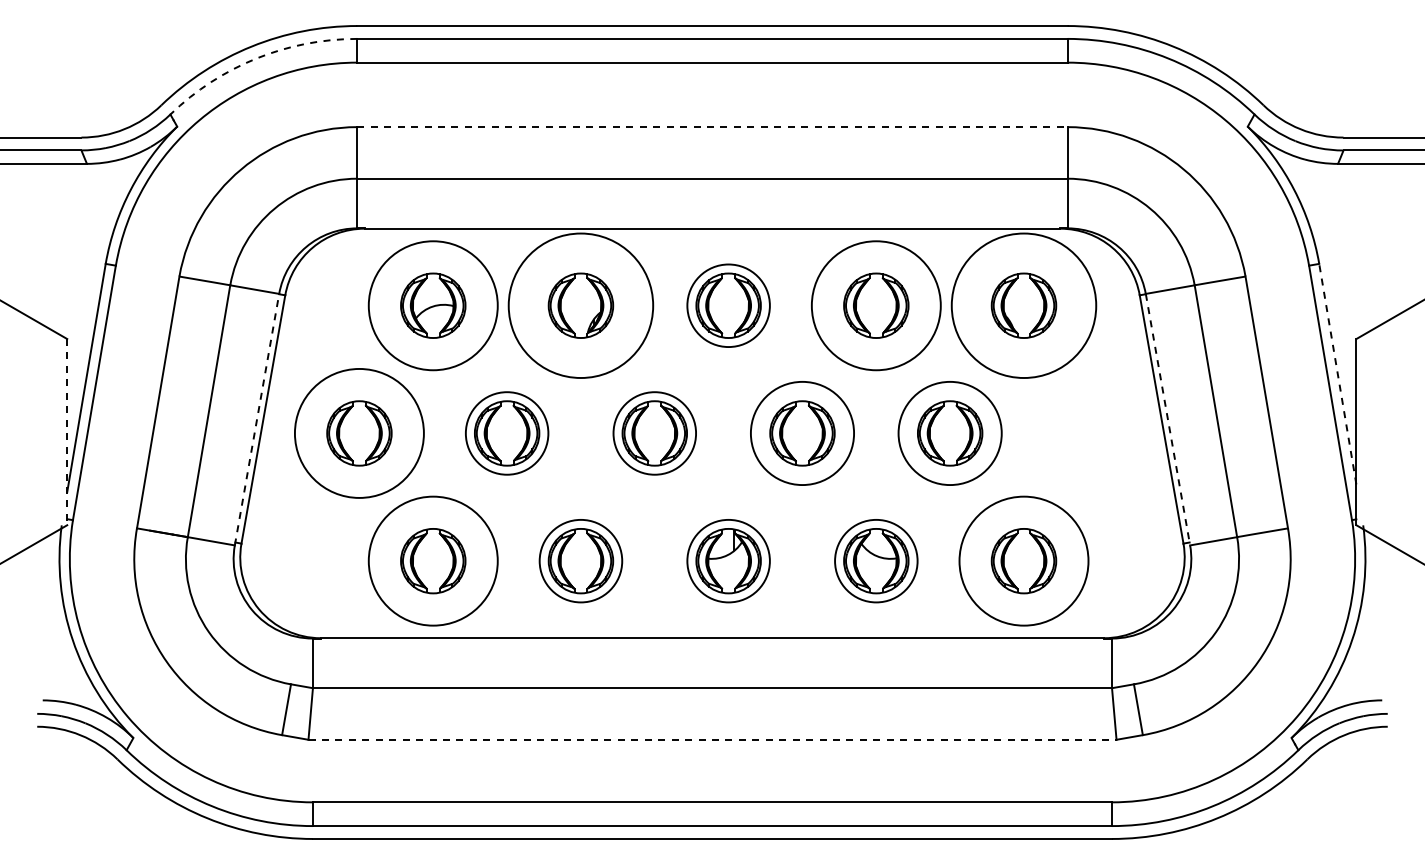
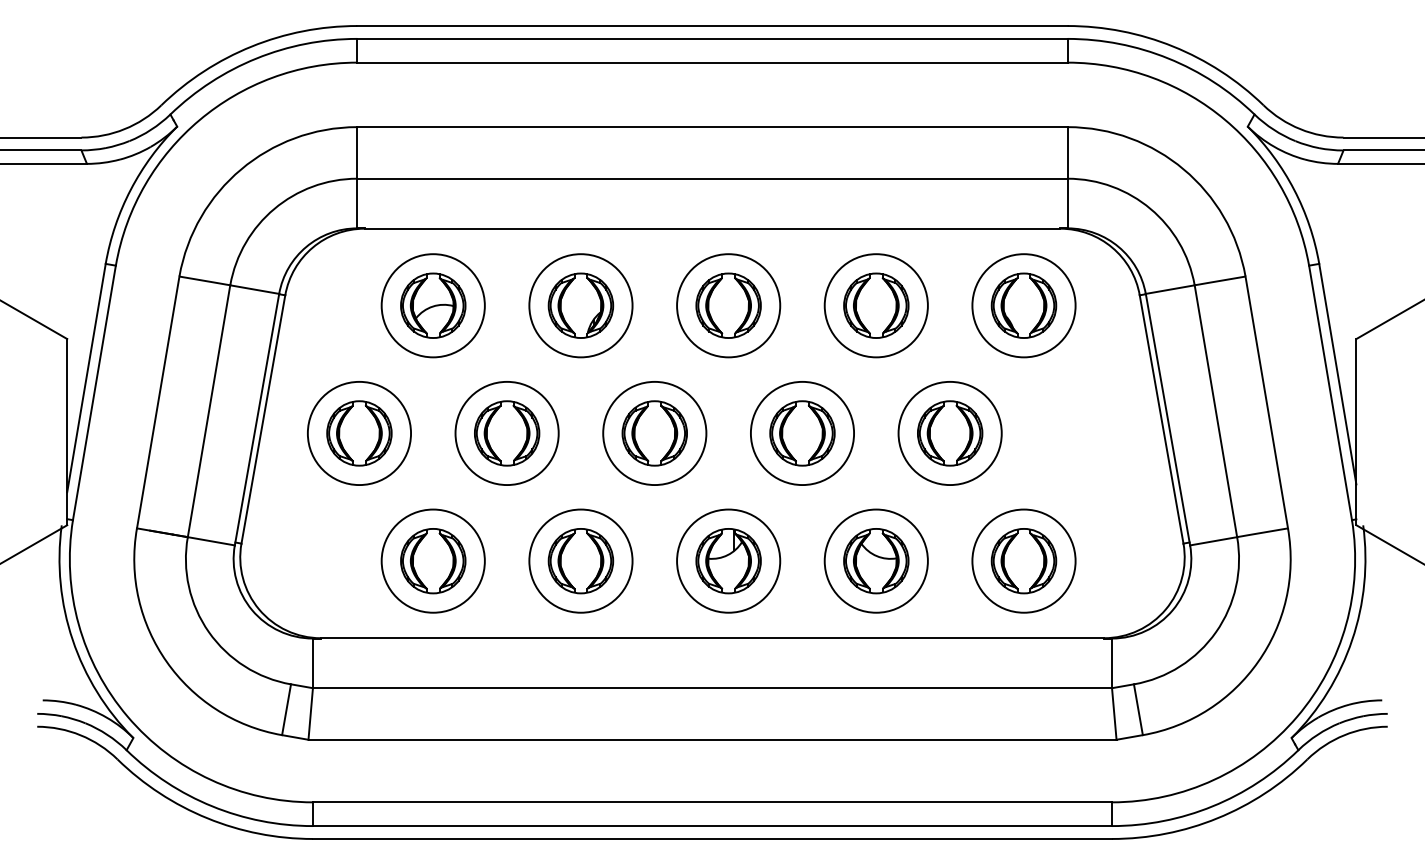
arc at (256, 58): dashed -> solid
line at (712, 127): dashed -> solid
circle at (432, 305) diameter: 129 px -> 103 px
circle at (580, 305) diameter: 144 px -> 103 px
circle at (728, 305) diameter: 83 px -> 103 px
circle at (875, 305) diameter: 129 px -> 103 px
circle at (1023, 305) diameter: 144 px -> 103 px
line at (1337, 374): dashed -> solid
line at (257, 419): dashed -> solid
line at (1167, 419): dashed -> solid
line at (67, 432): dashed -> solid
circle at (358, 432) diameter: 129 px -> 103 px
circle at (506, 433) diameter: 83 px -> 103 px
circle at (654, 433) diameter: 83 px -> 103 px
circle at (432, 560) diameter: 129 px -> 103 px
circle at (580, 560) diameter: 83 px -> 103 px
circle at (728, 560) diameter: 83 px -> 103 px
circle at (876, 560) diameter: 83 px -> 103 px
circle at (1023, 560) diameter: 129 px -> 103 px
line at (713, 739): dashed -> solid
